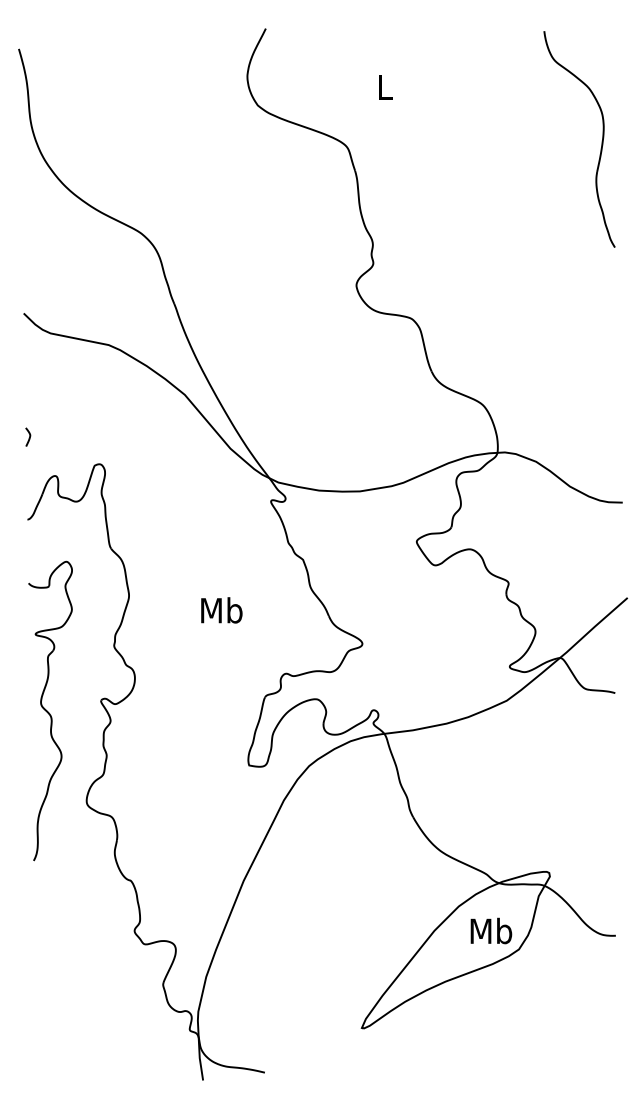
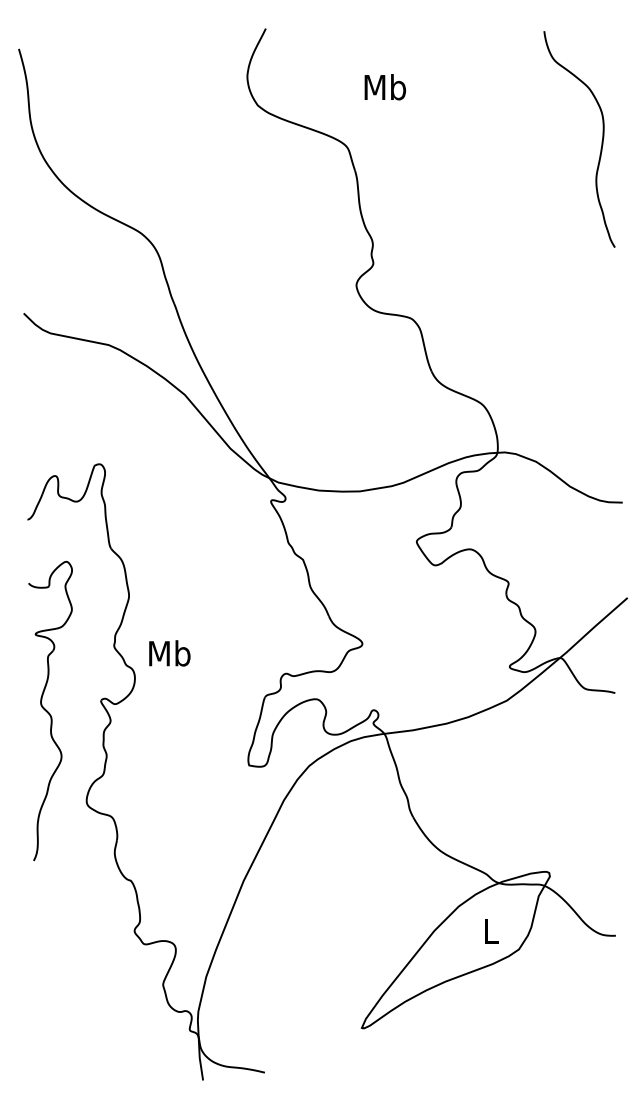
text at (385, 87): L -> Mb
curve at (29, 436): present -> none
text at (221, 610) position: (221, 610) -> (169, 653)
text at (491, 930): Mb -> L
